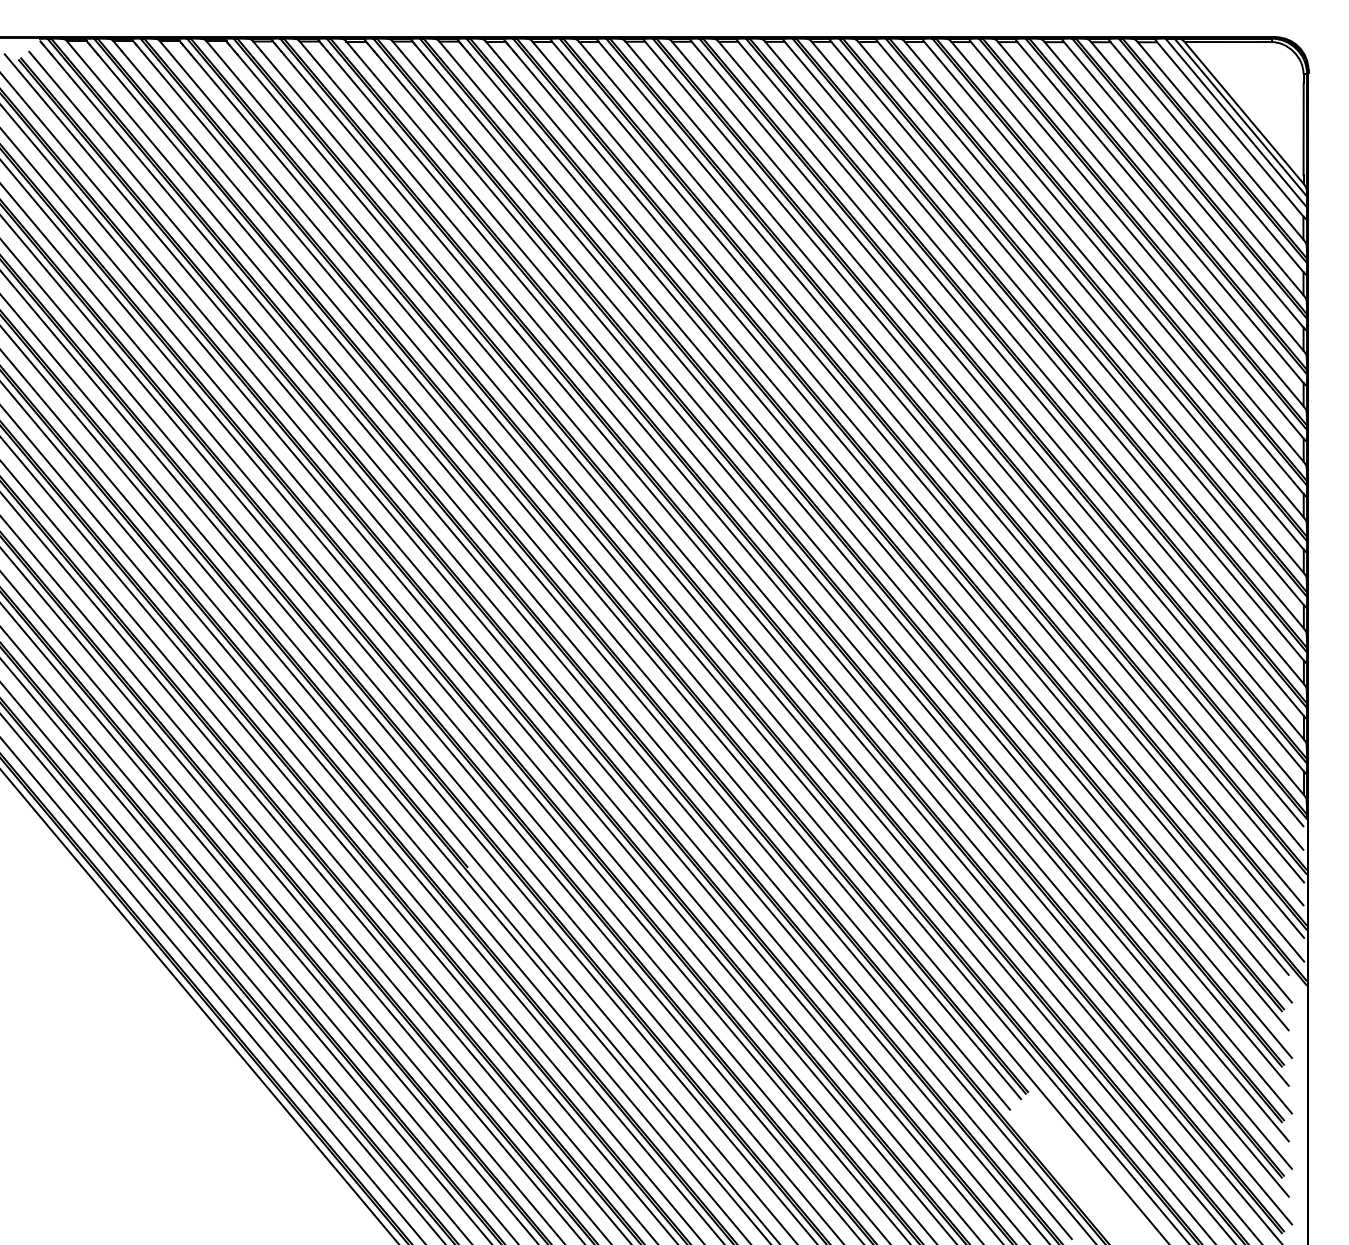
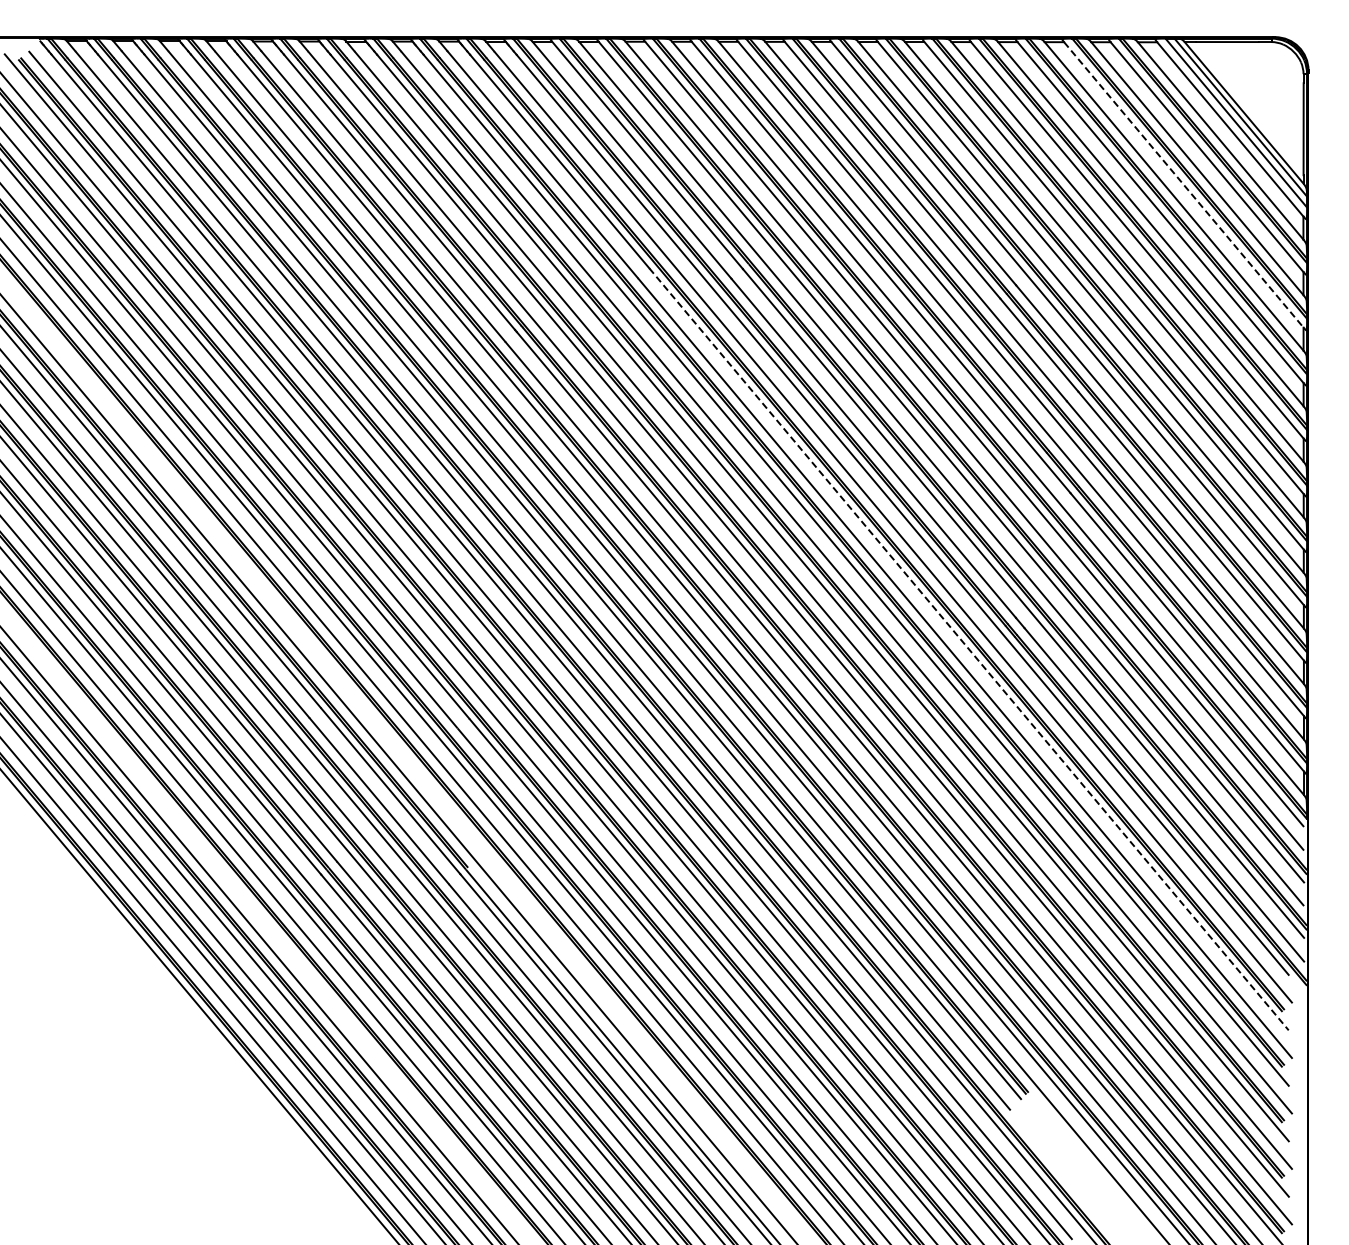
line at (1184, 185): solid -> dashed
line at (969, 649): solid -> dashed
line at (408, 757): present -> none
line at (269, 923): present -> none
